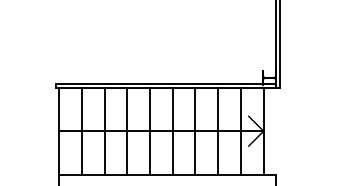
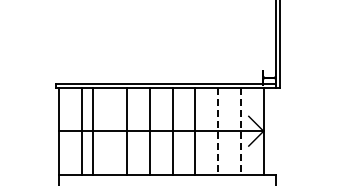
line at (104, 130) position: (104, 130) -> (92, 130)
line at (218, 131): solid -> dashed
line at (240, 131): solid -> dashed
